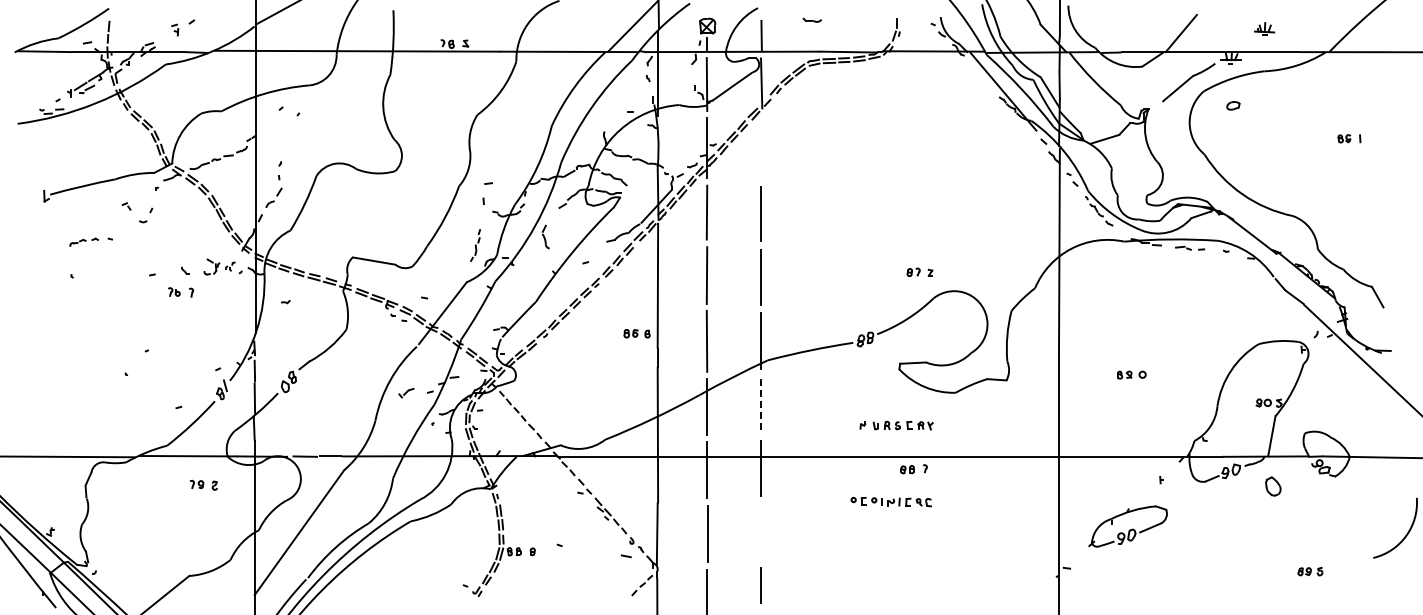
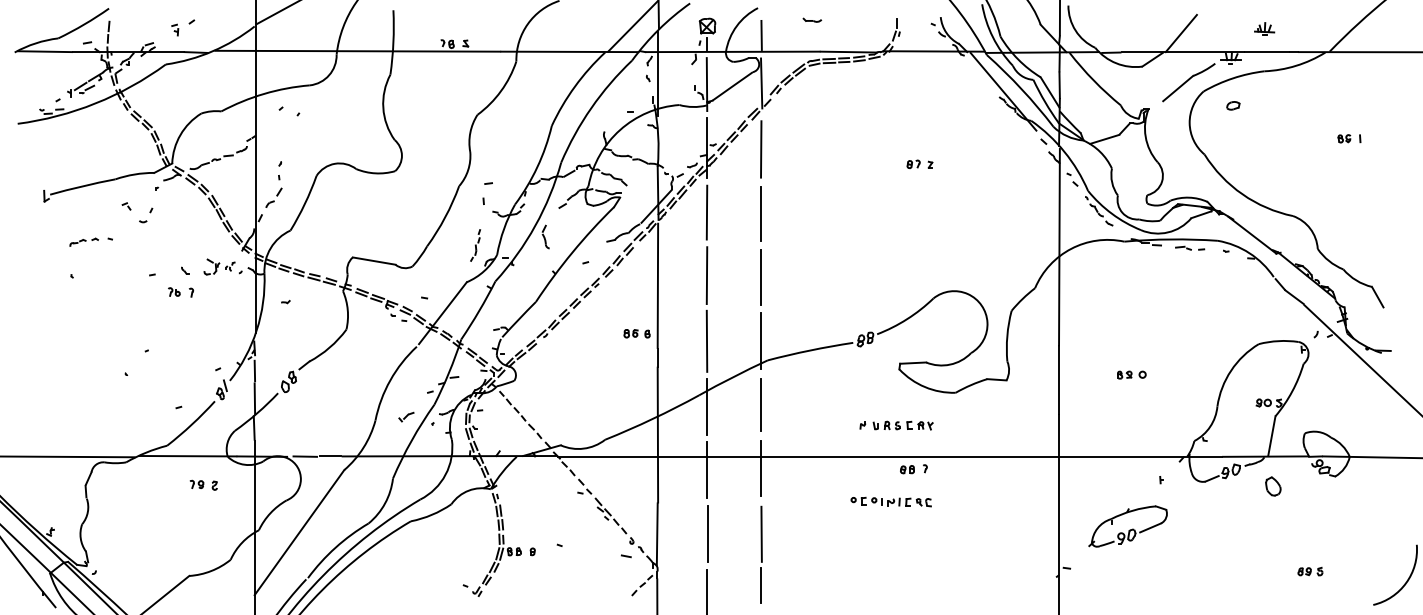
line at (761, 149): none -> present
part at (919, 271) position: (919, 271) -> (919, 163)
part at (406, 392) position: (406, 392) -> (406, 416)
line at (761, 405): dashed -> solid
line at (761, 533): none -> present
arc at (1406, 533) position: (1406, 533) -> (1406, 580)
